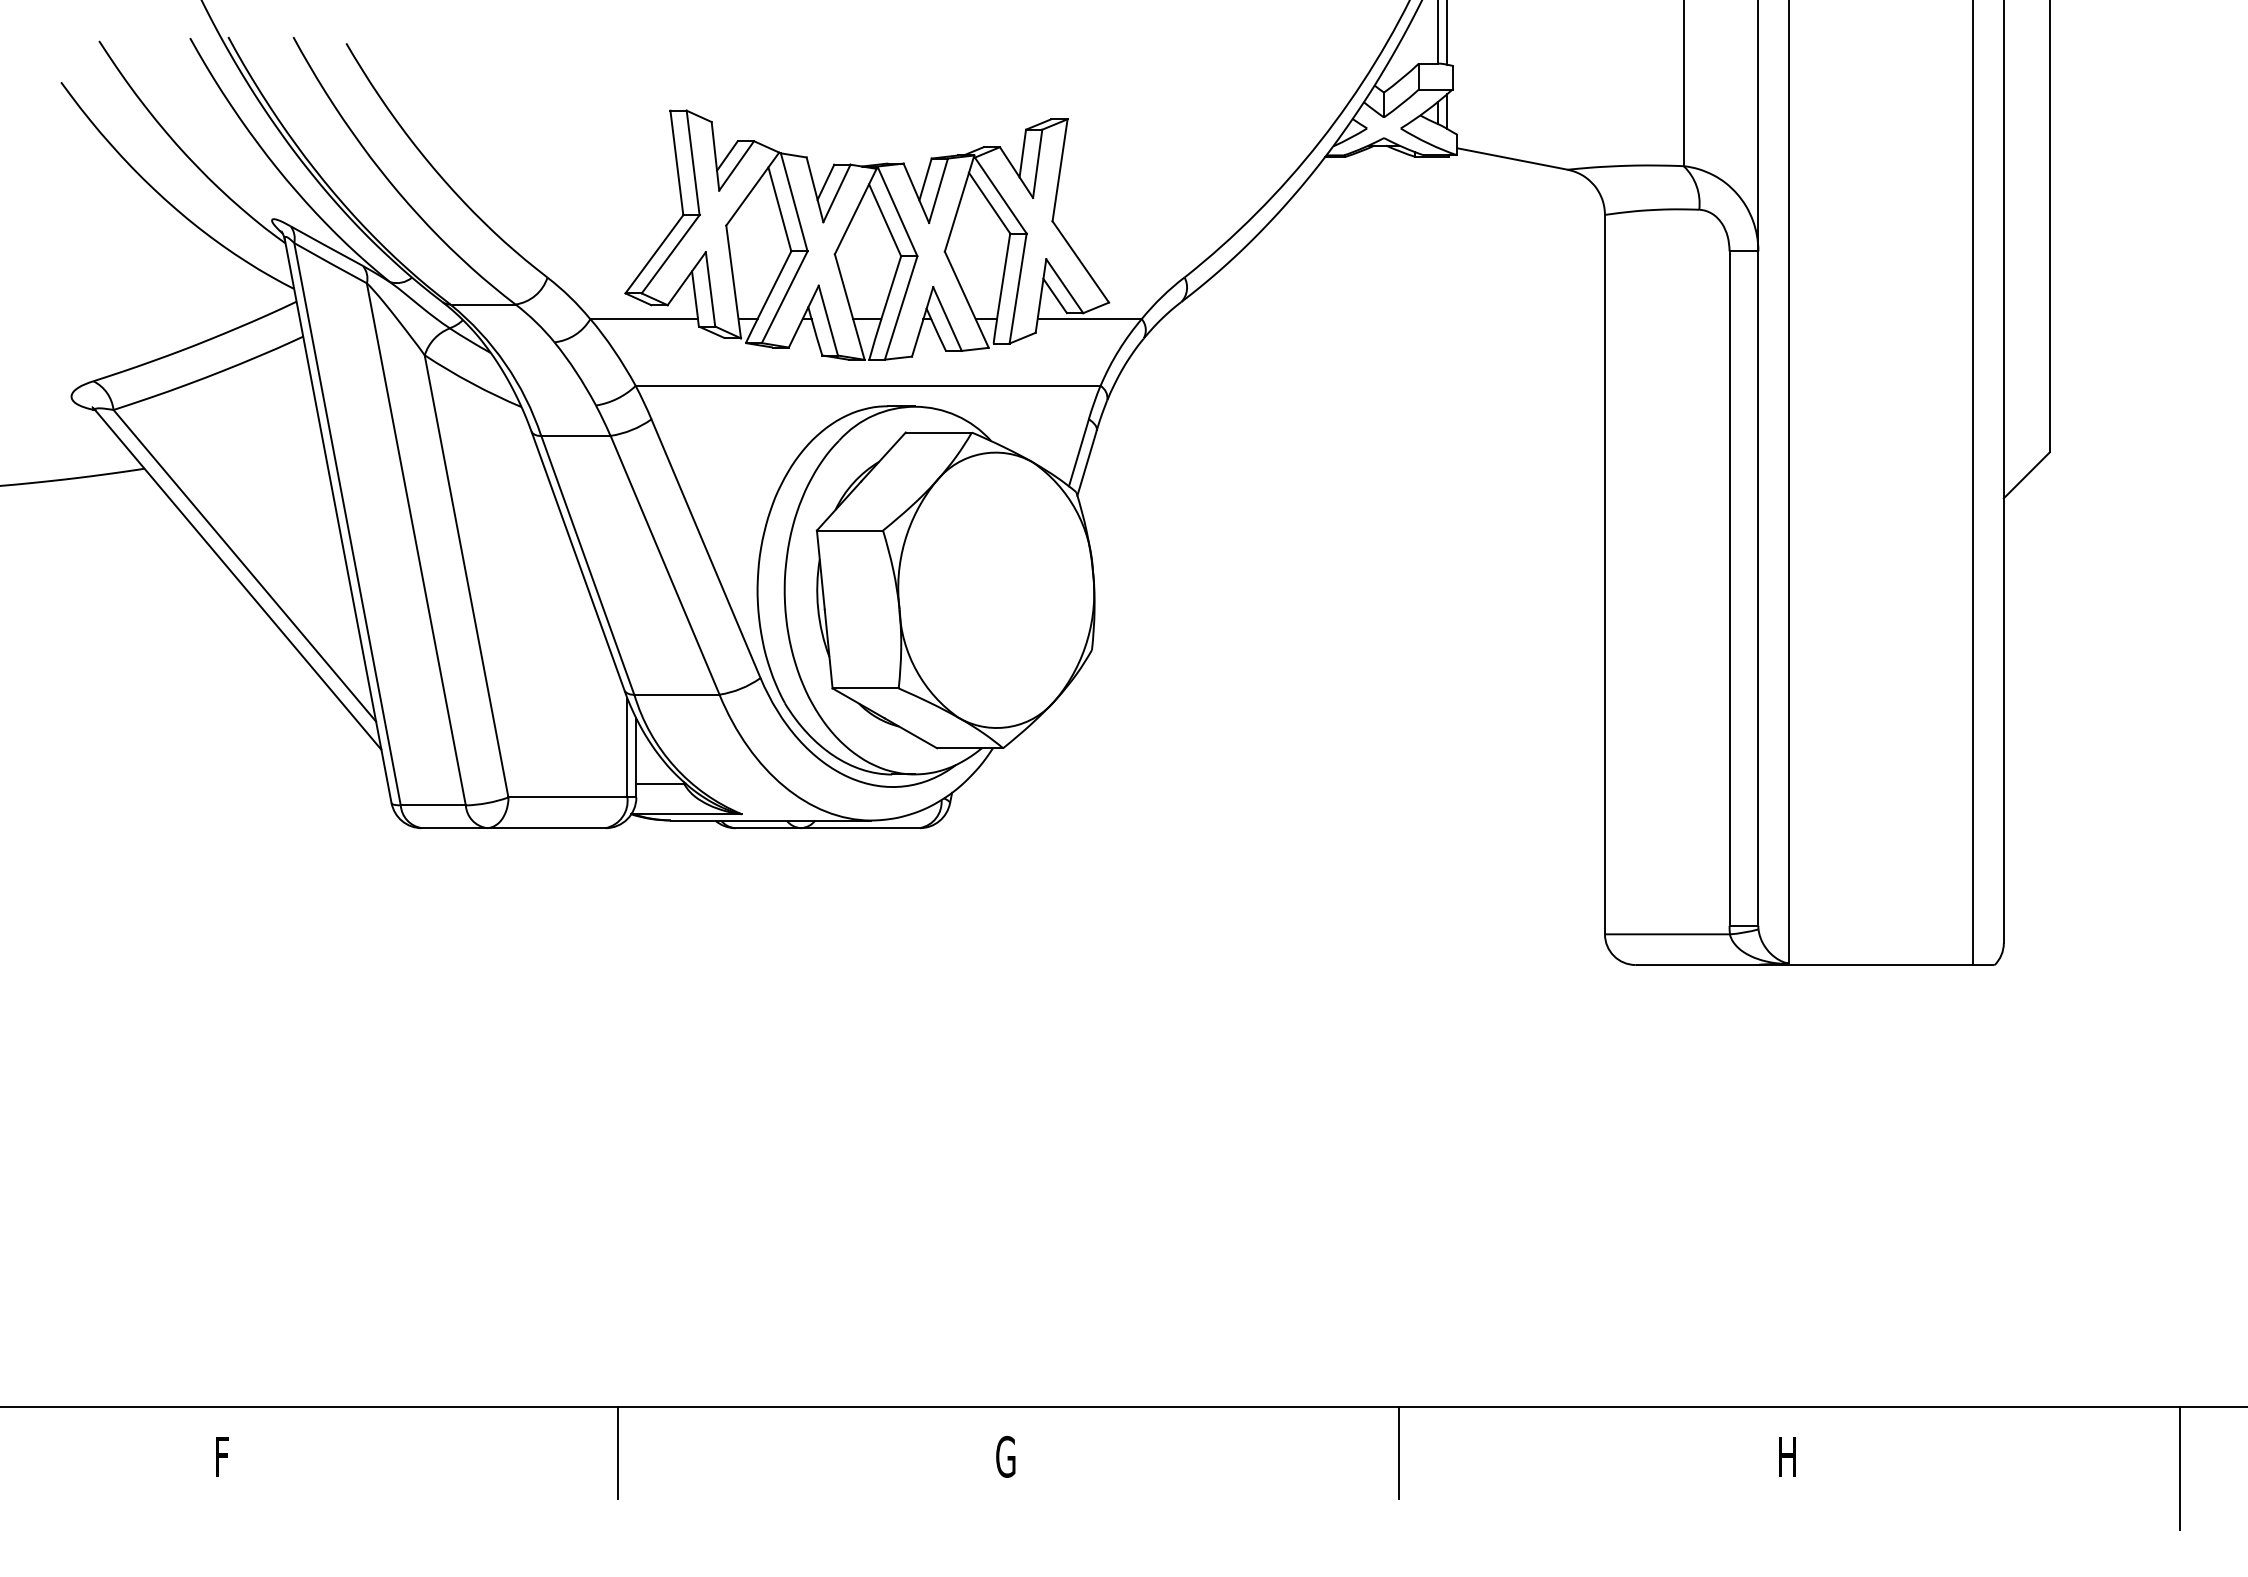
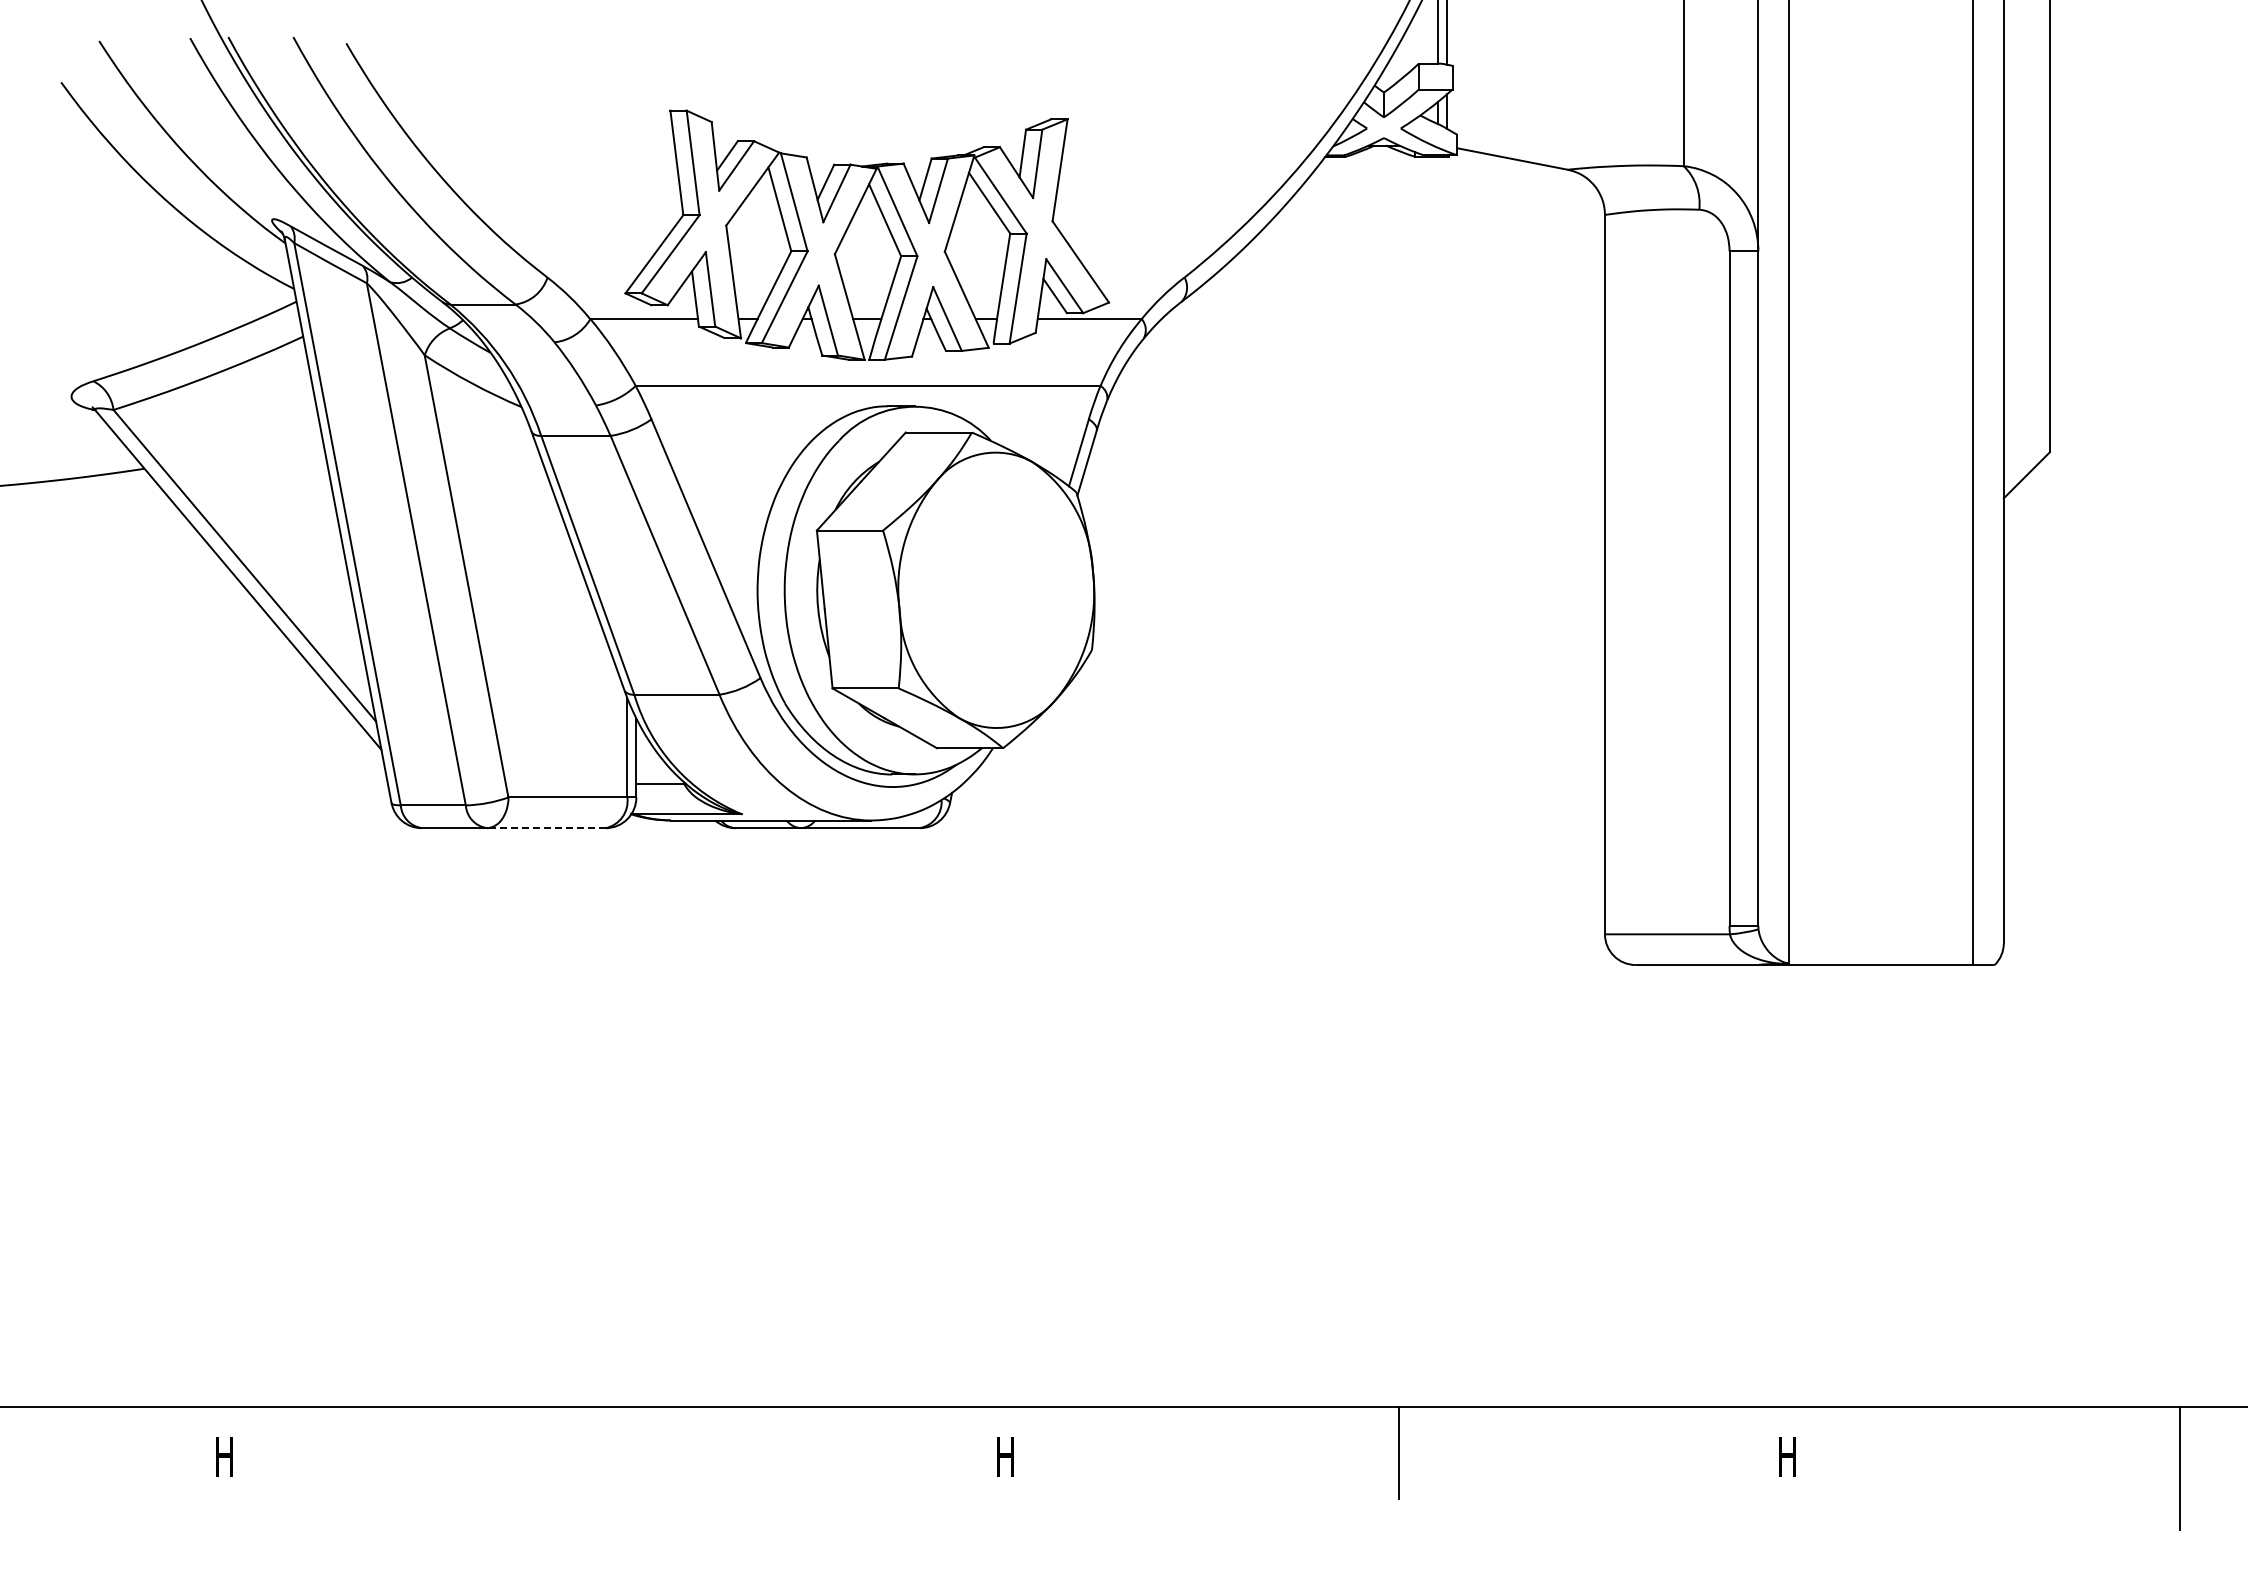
line at (545, 828): solid -> dashed
line at (617, 1452): present -> none
text at (225, 1456): F -> H
text at (1005, 1456): G -> H
